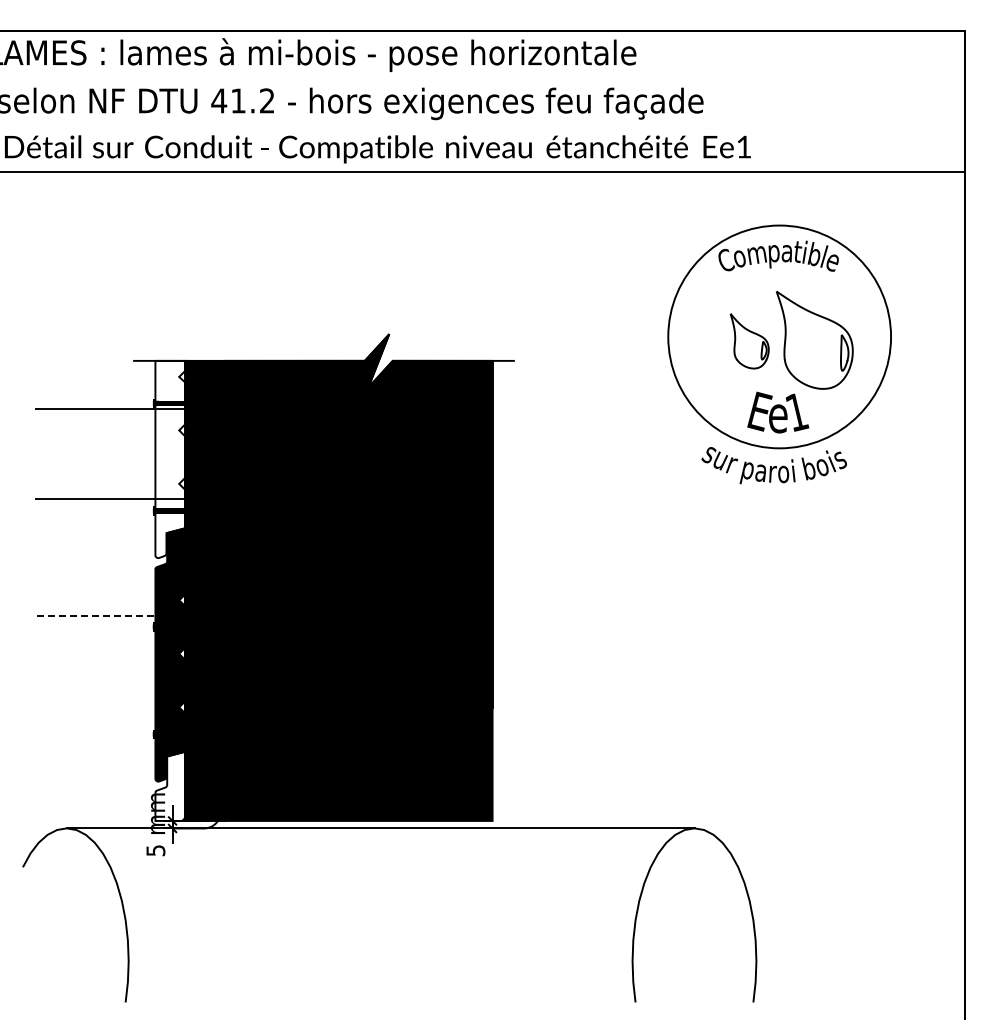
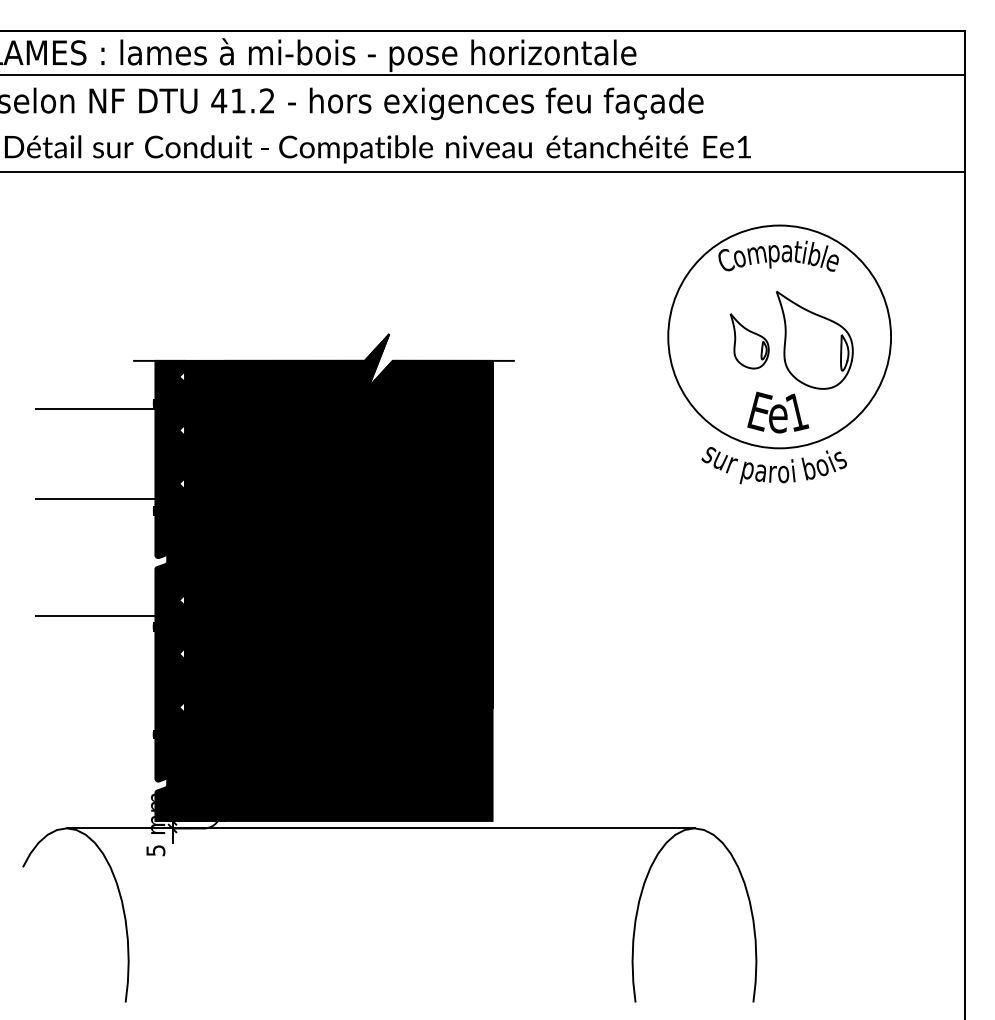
line at (483, 75): none -> present
fill at (170, 459): none -> present
line at (99, 615): dashed -> solid
fill at (170, 785): none -> present
